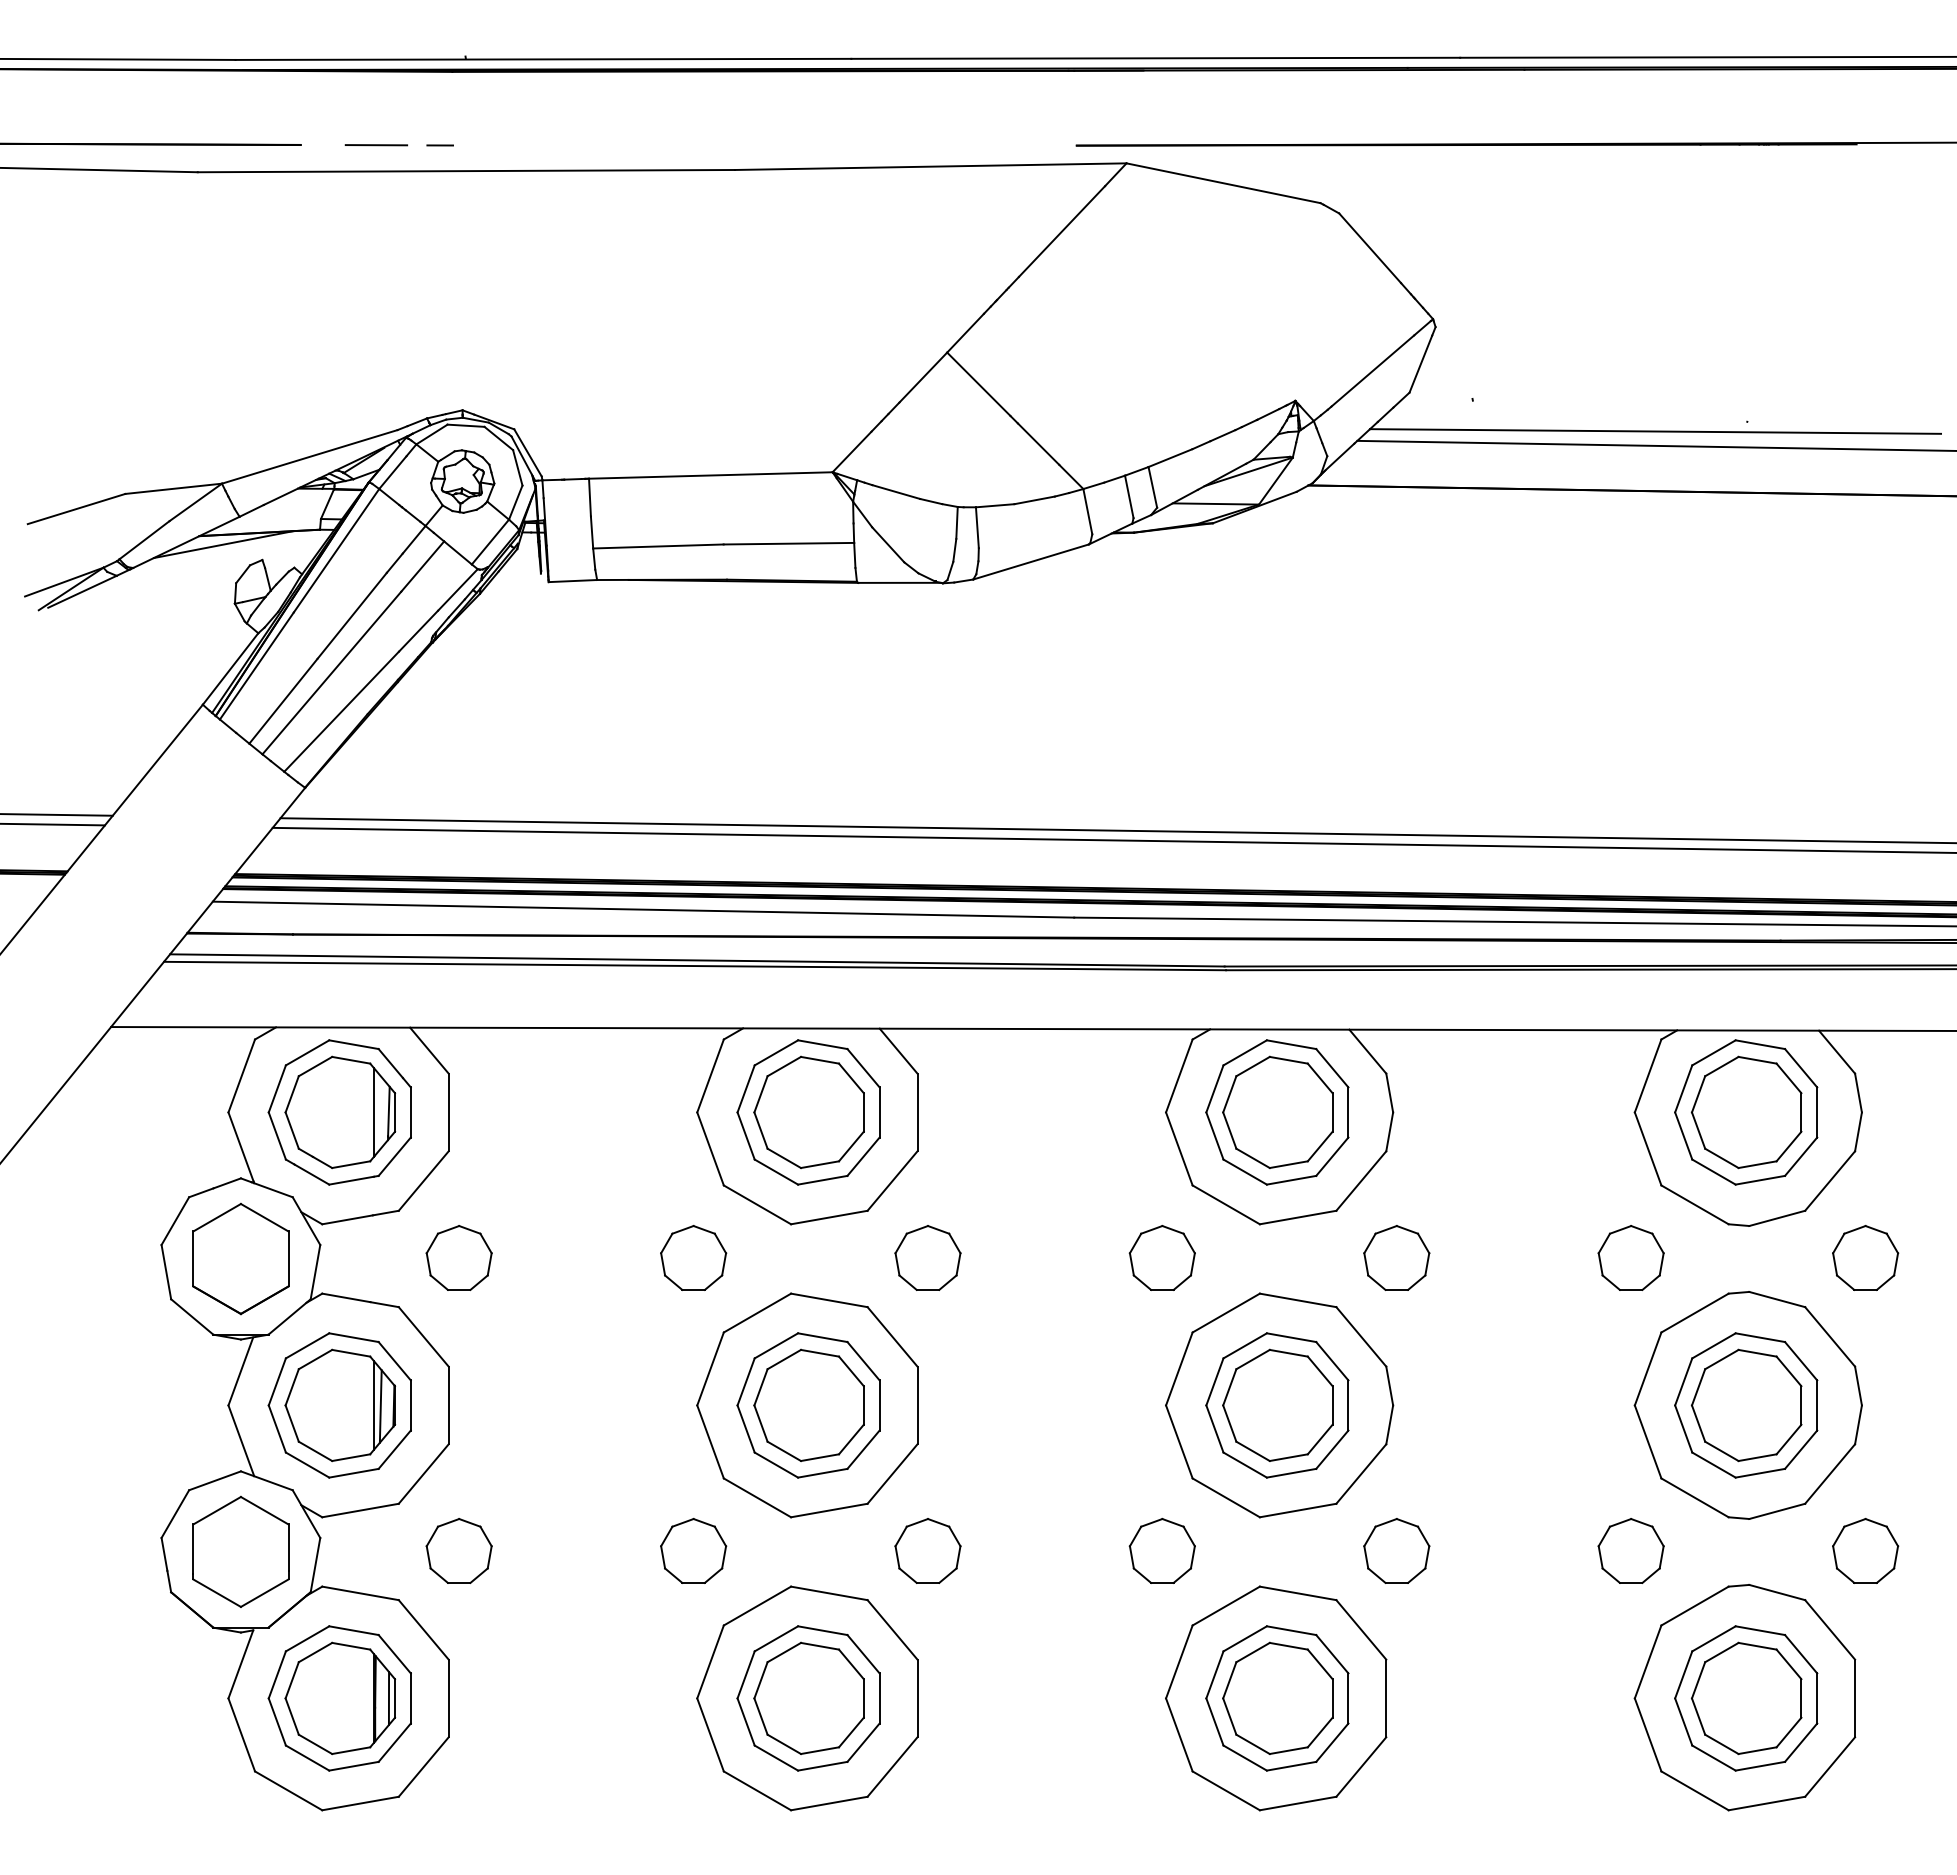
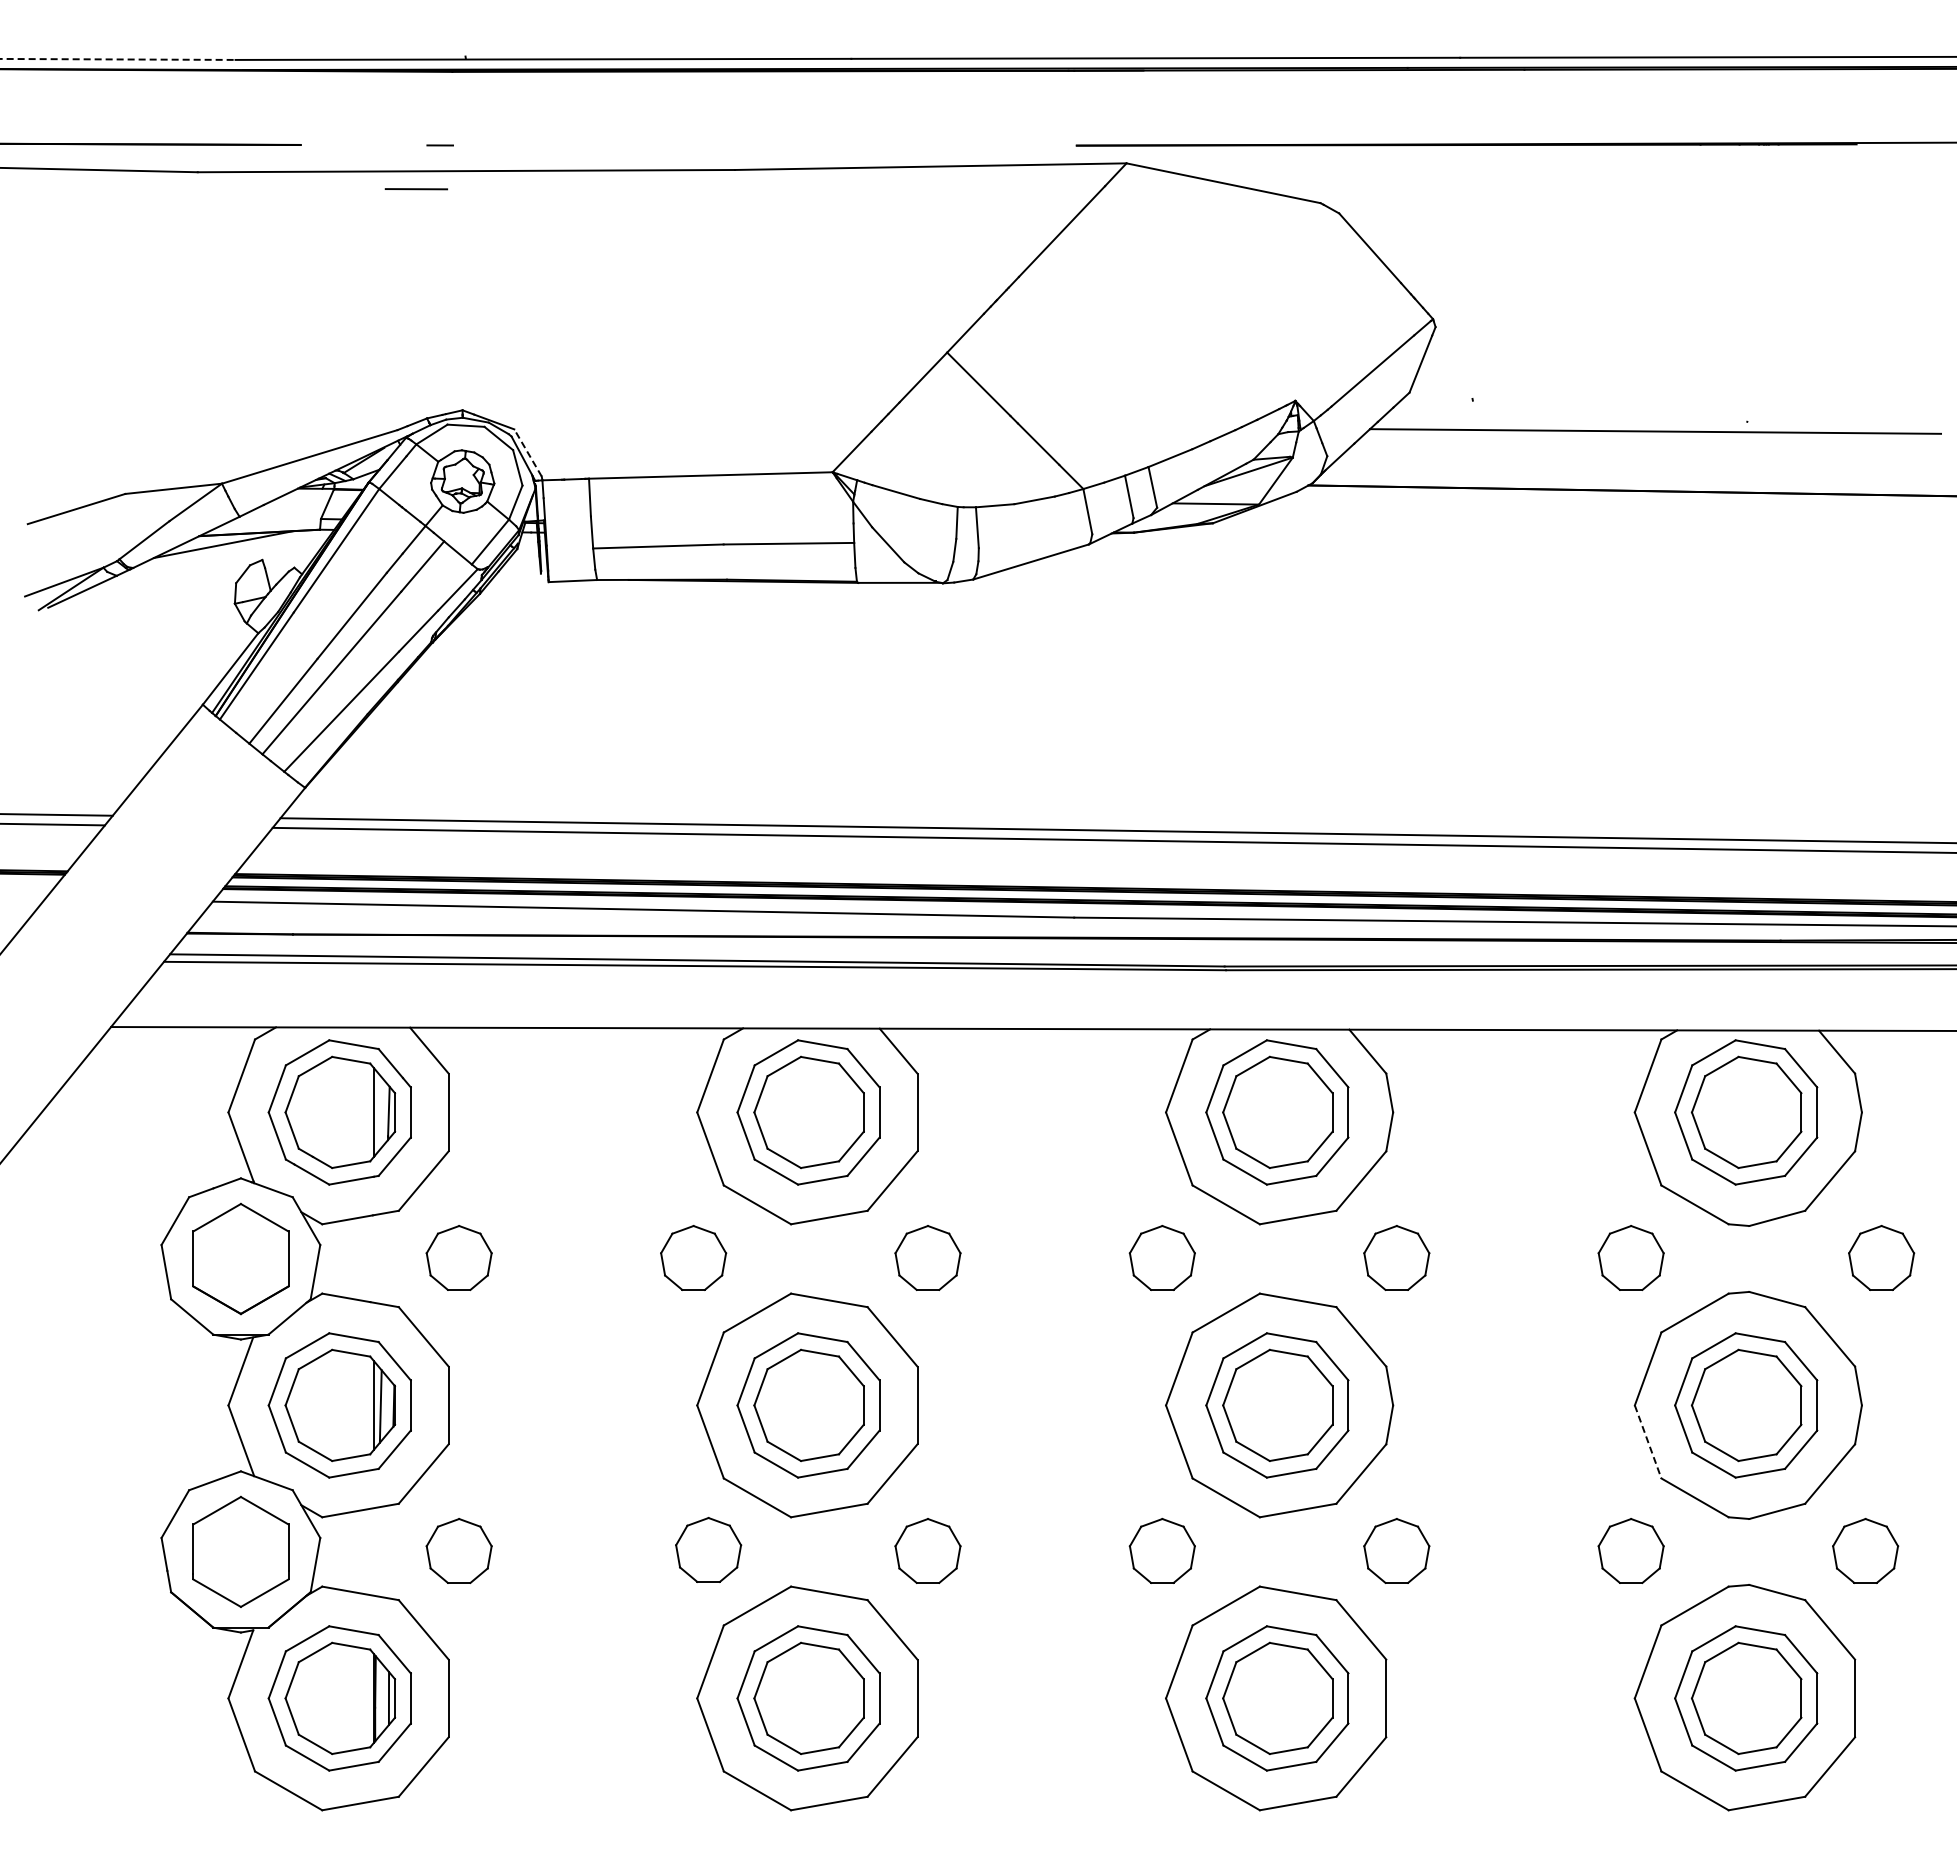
line at (118, 59): solid -> dashed
line at (375, 145) position: (375, 145) -> (415, 189)
line at (1655, 445): present -> none
line at (527, 452): solid -> dashed
part at (1865, 1257) position: (1865, 1257) -> (1881, 1257)
line at (1648, 1441): solid -> dashed
part at (693, 1550) position: (693, 1550) -> (708, 1549)
